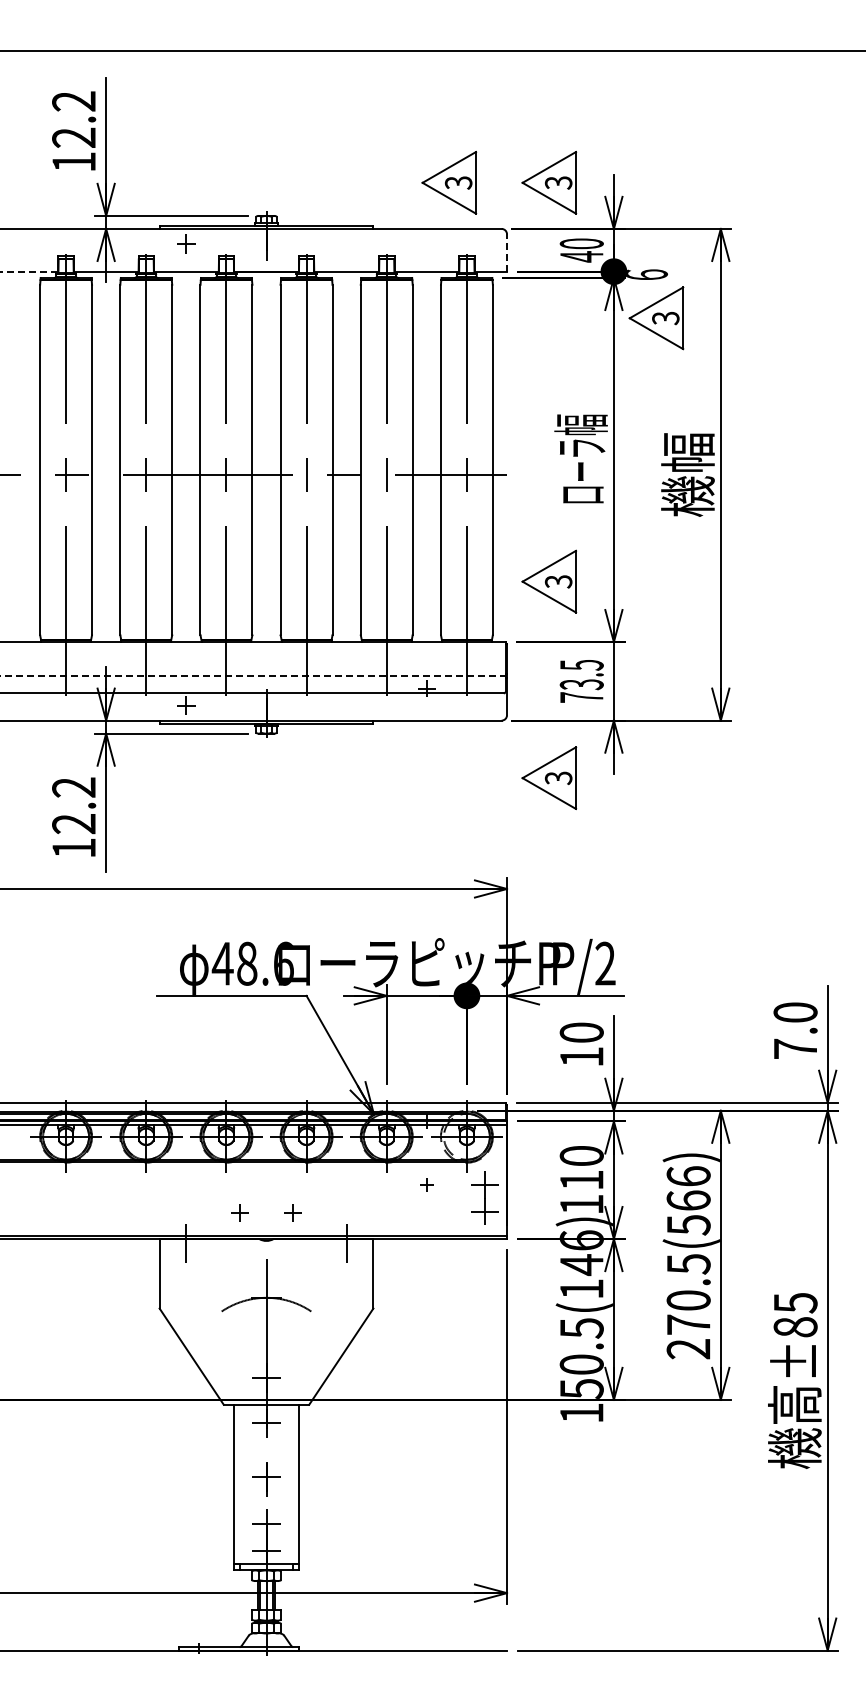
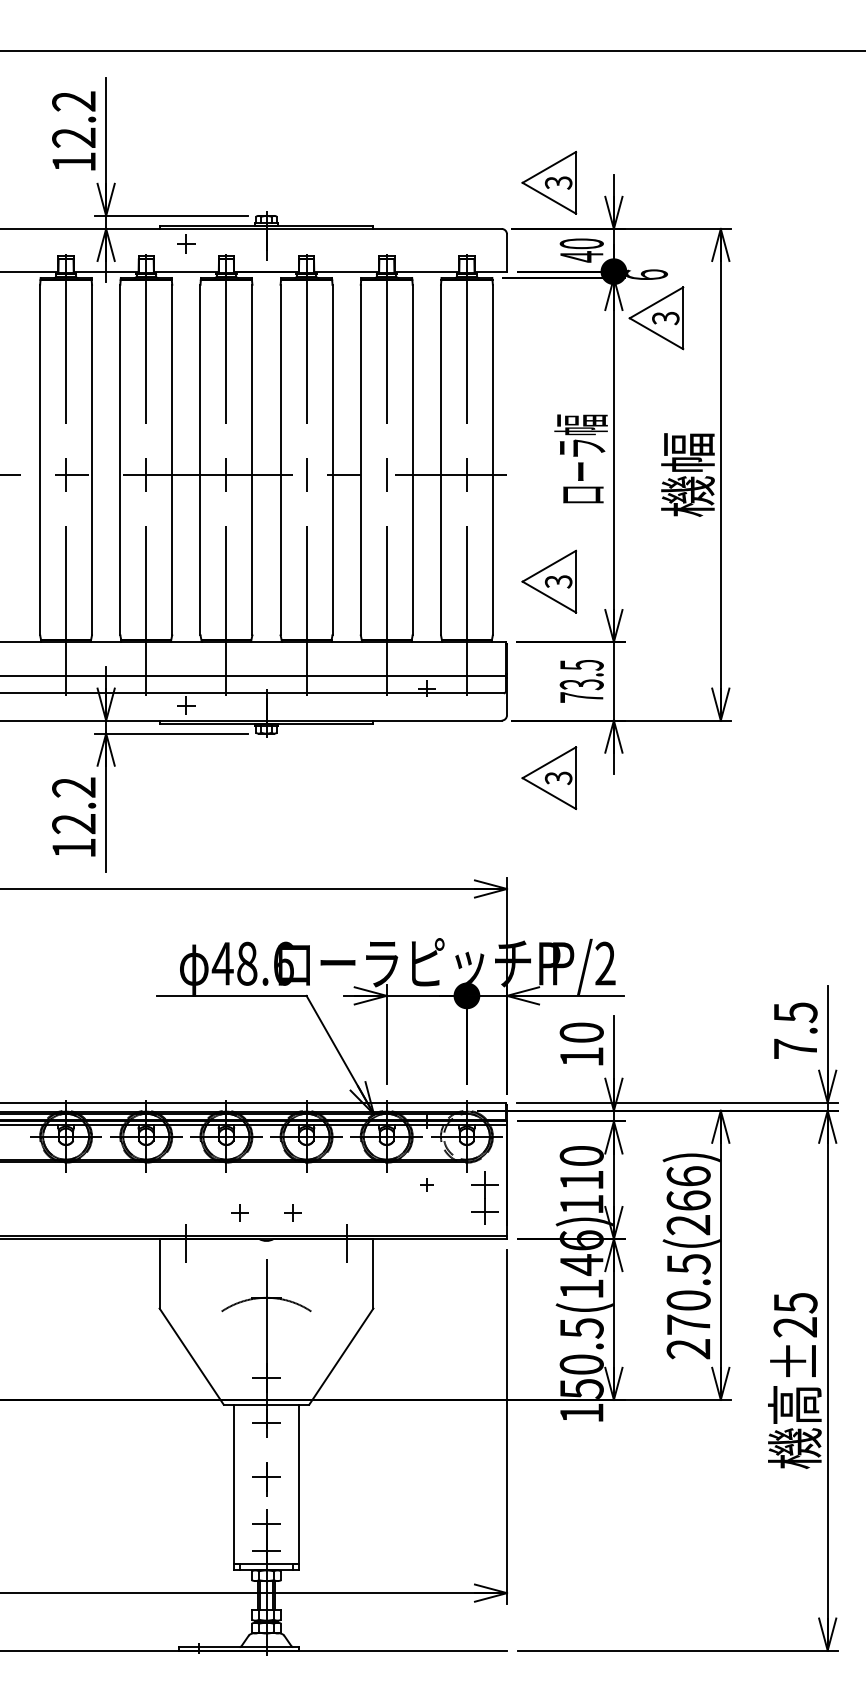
part at (449, 182): present -> none
line at (507, 252): dashed -> solid
line at (29, 271): dashed -> solid
line at (253, 676): dashed -> solid
text at (795, 1012): 7.0 -> 7.5
text at (688, 1225): 270.5(566) -> 270.5(266)
text at (795, 1327): ±85 -> ±25
